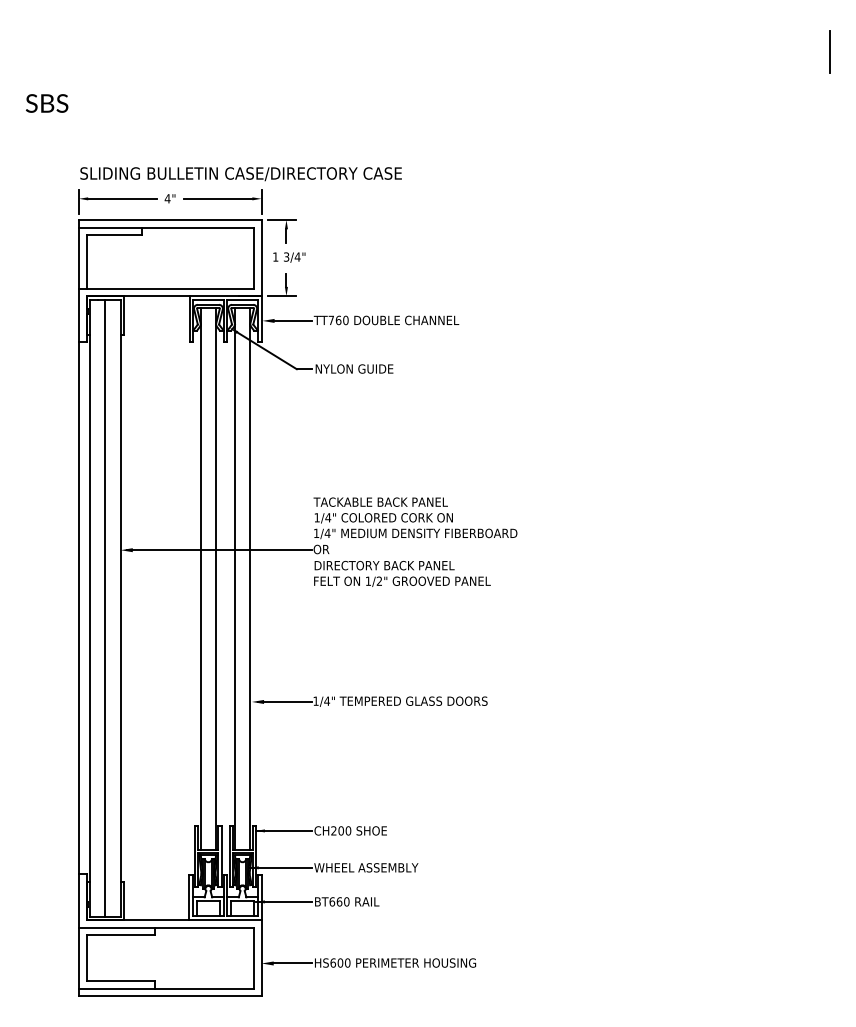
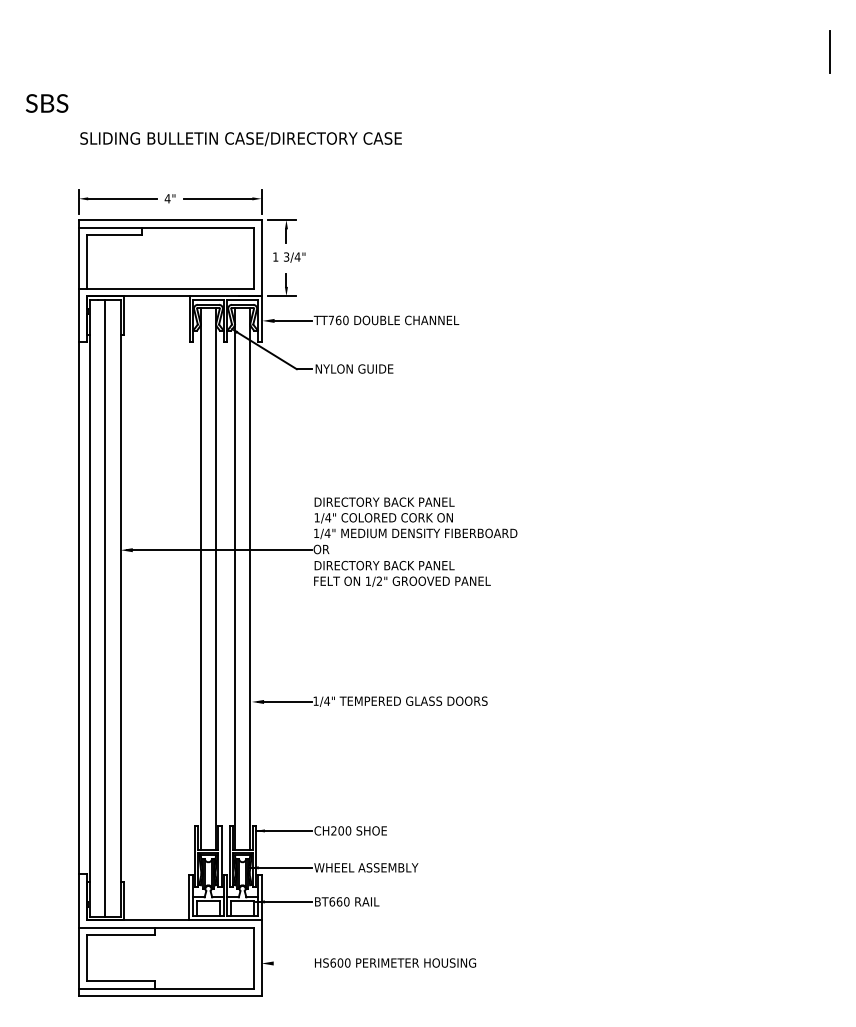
text at (240, 174) position: (240, 174) -> (240, 139)
text at (383, 501): TACKABLE BACK PANEL -> DIRECTORY BACK PANEL
line at (292, 963): present -> none
